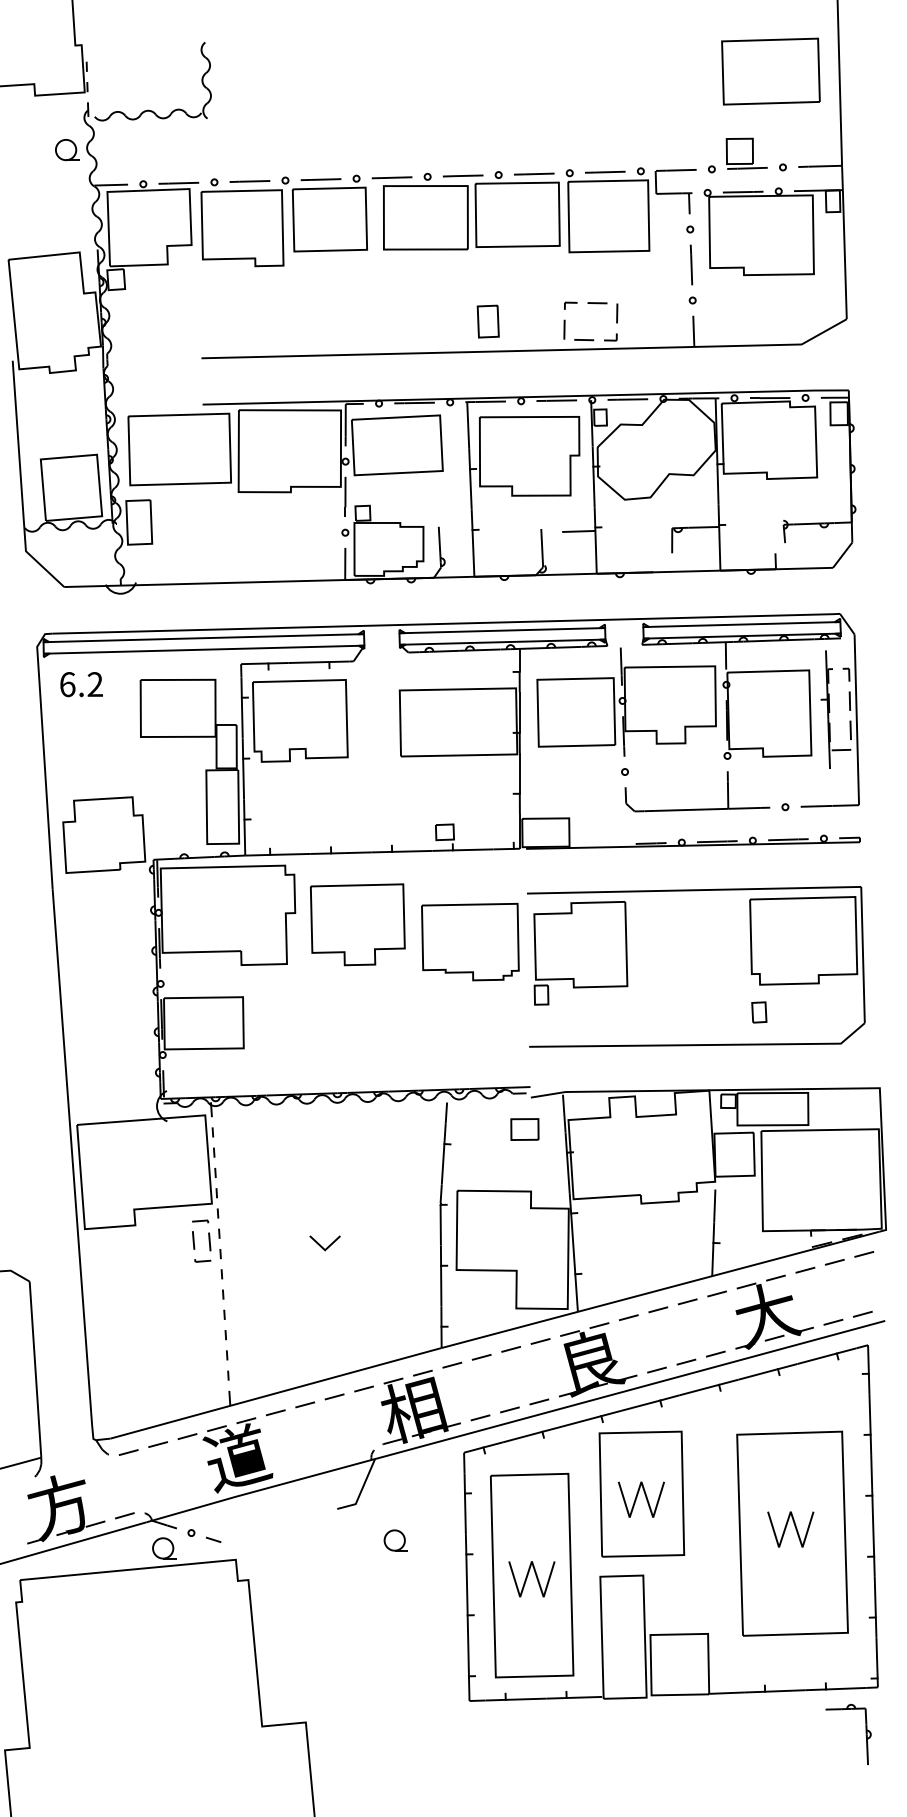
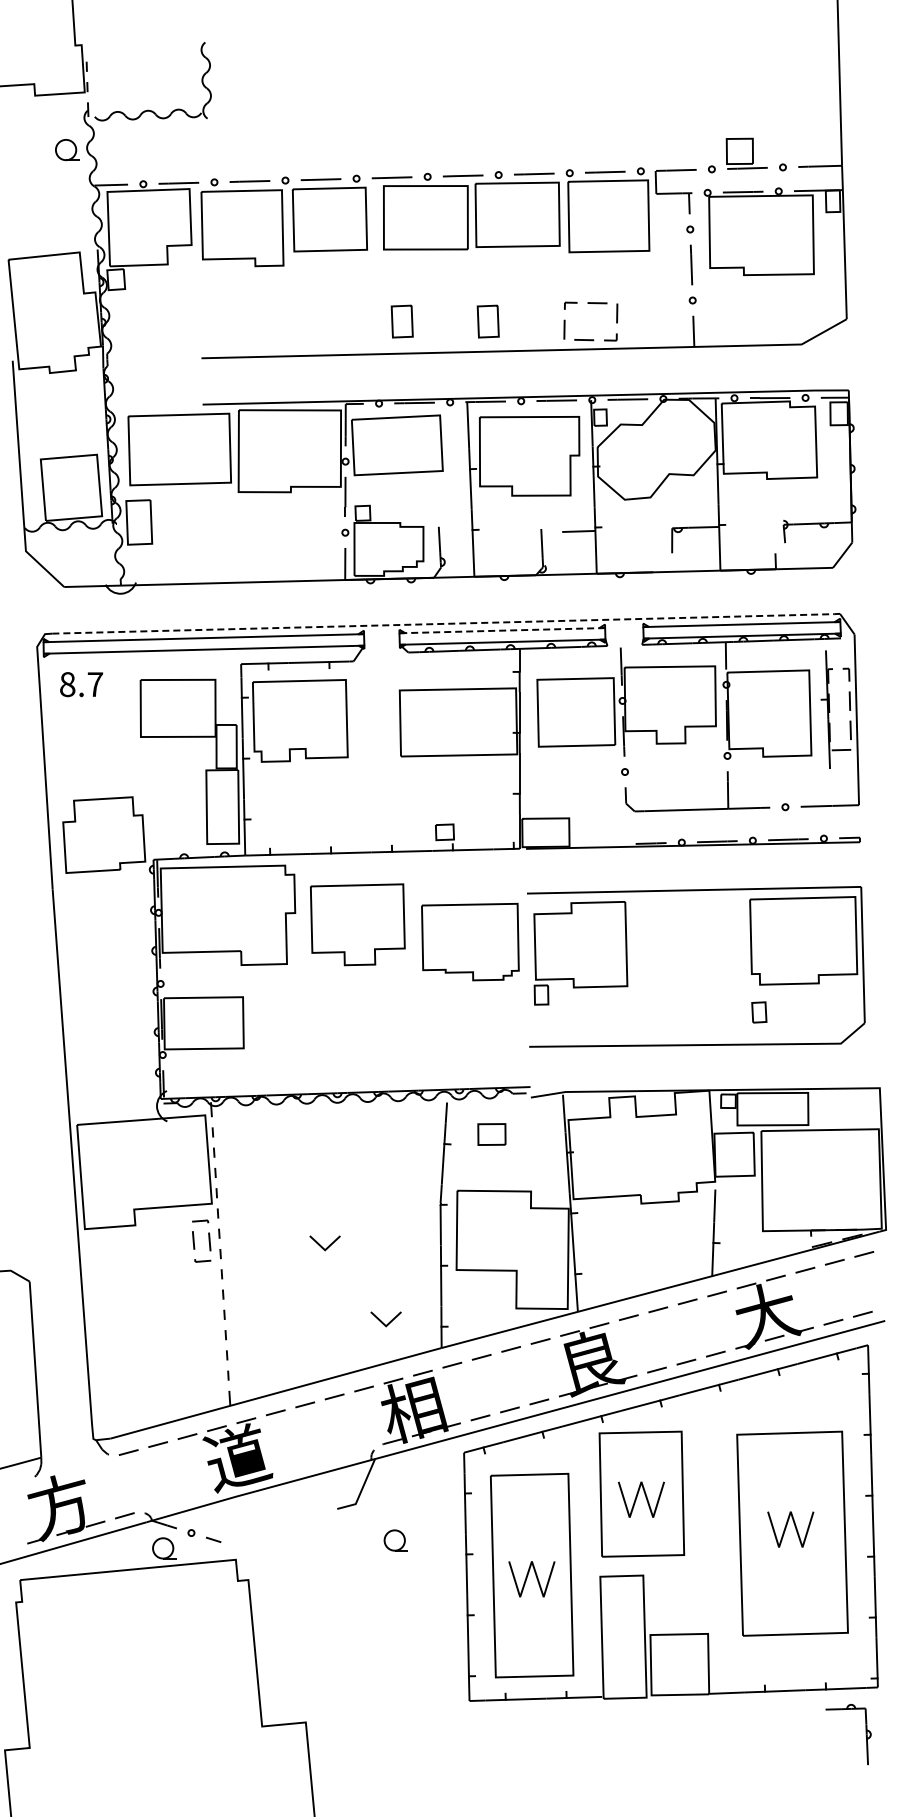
part at (770, 71): present -> none
part at (401, 321): none -> present
line at (446, 623): solid -> dashed
line at (502, 630): solid -> dashed
text at (81, 684): 6.2 -> 8.7
part at (524, 1129) position: (524, 1129) -> (491, 1134)
part at (385, 1319): none -> present
